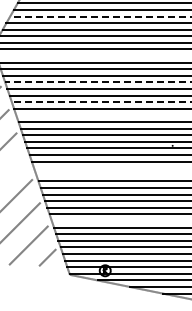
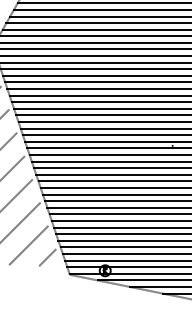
line at (100, 16): dashed -> solid
line at (95, 56): none -> present
line at (98, 82): dashed -> solid
line at (101, 102): dashed -> solid
line at (102, 115): none -> present
line at (13, 167): none -> present
line at (111, 168): none -> present
line at (112, 174): none -> present
line at (119, 221): none -> present
